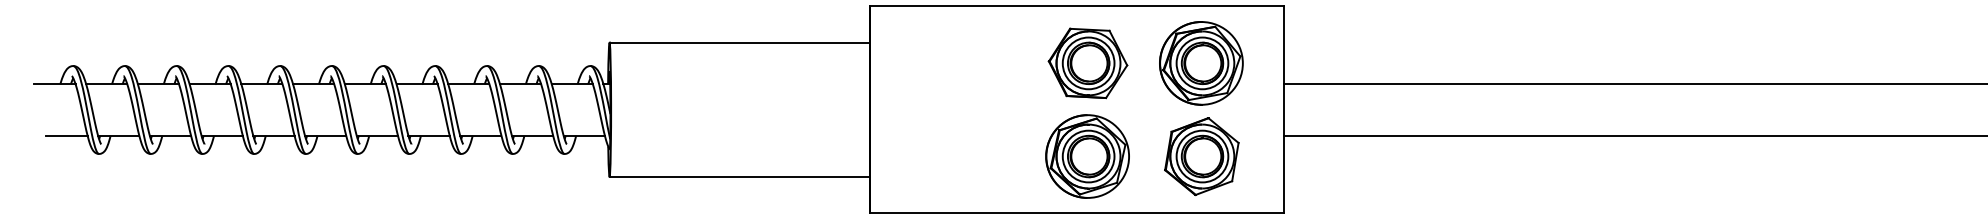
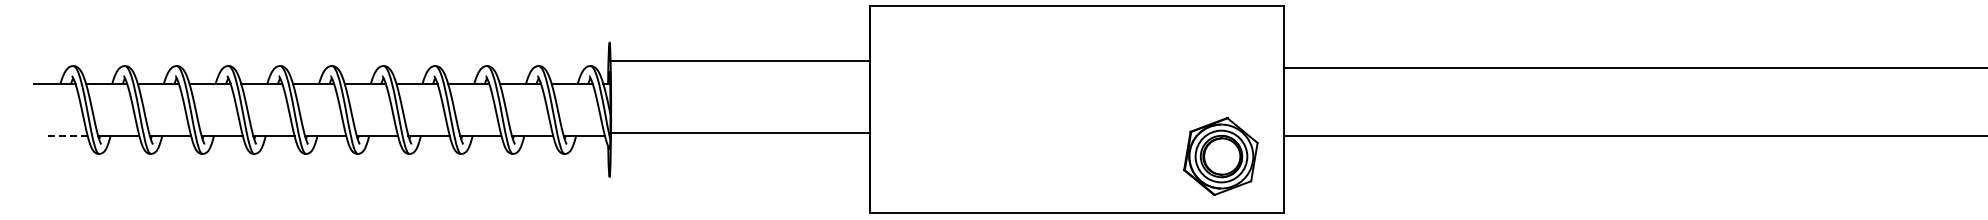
line at (739, 42) position: (739, 42) -> (739, 60)
part at (1087, 63): present -> none
part at (1201, 63): present -> none
line at (1634, 84) position: (1634, 84) -> (1634, 68)
line at (67, 135): solid -> dashed
part at (1087, 156): present -> none
part at (1201, 156) position: (1201, 156) -> (1220, 156)
line at (739, 177) position: (739, 177) -> (739, 133)
